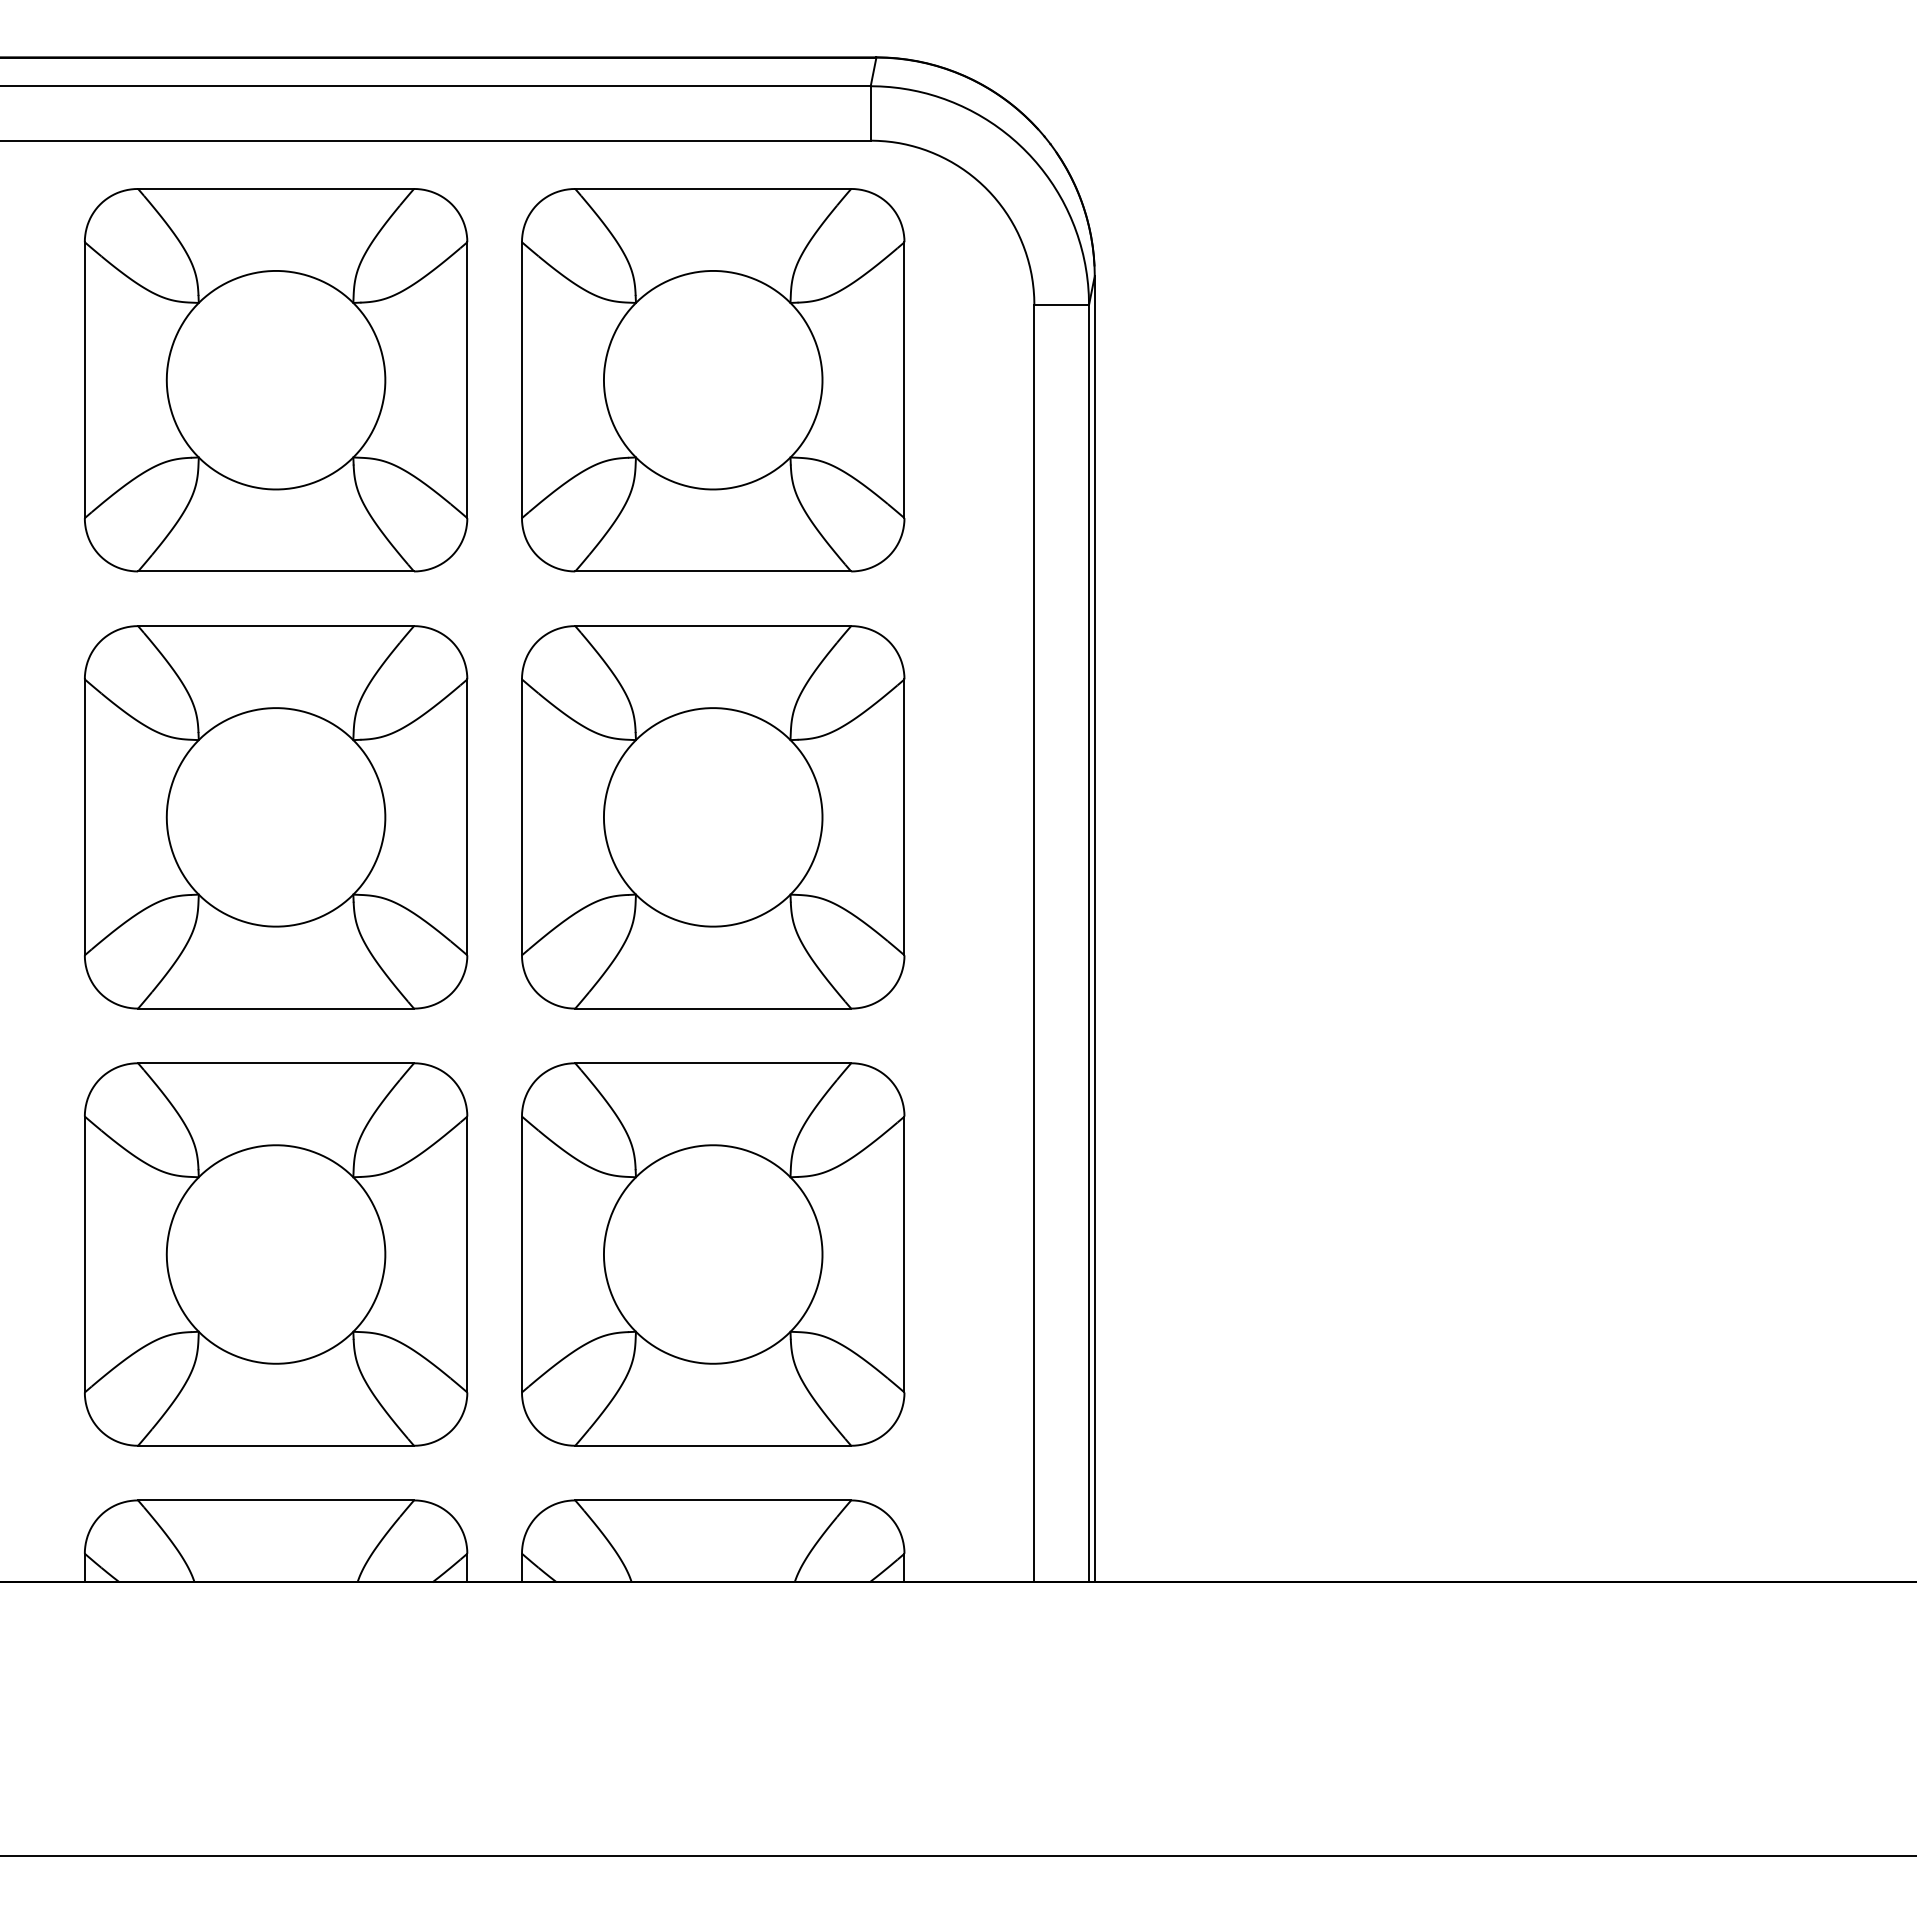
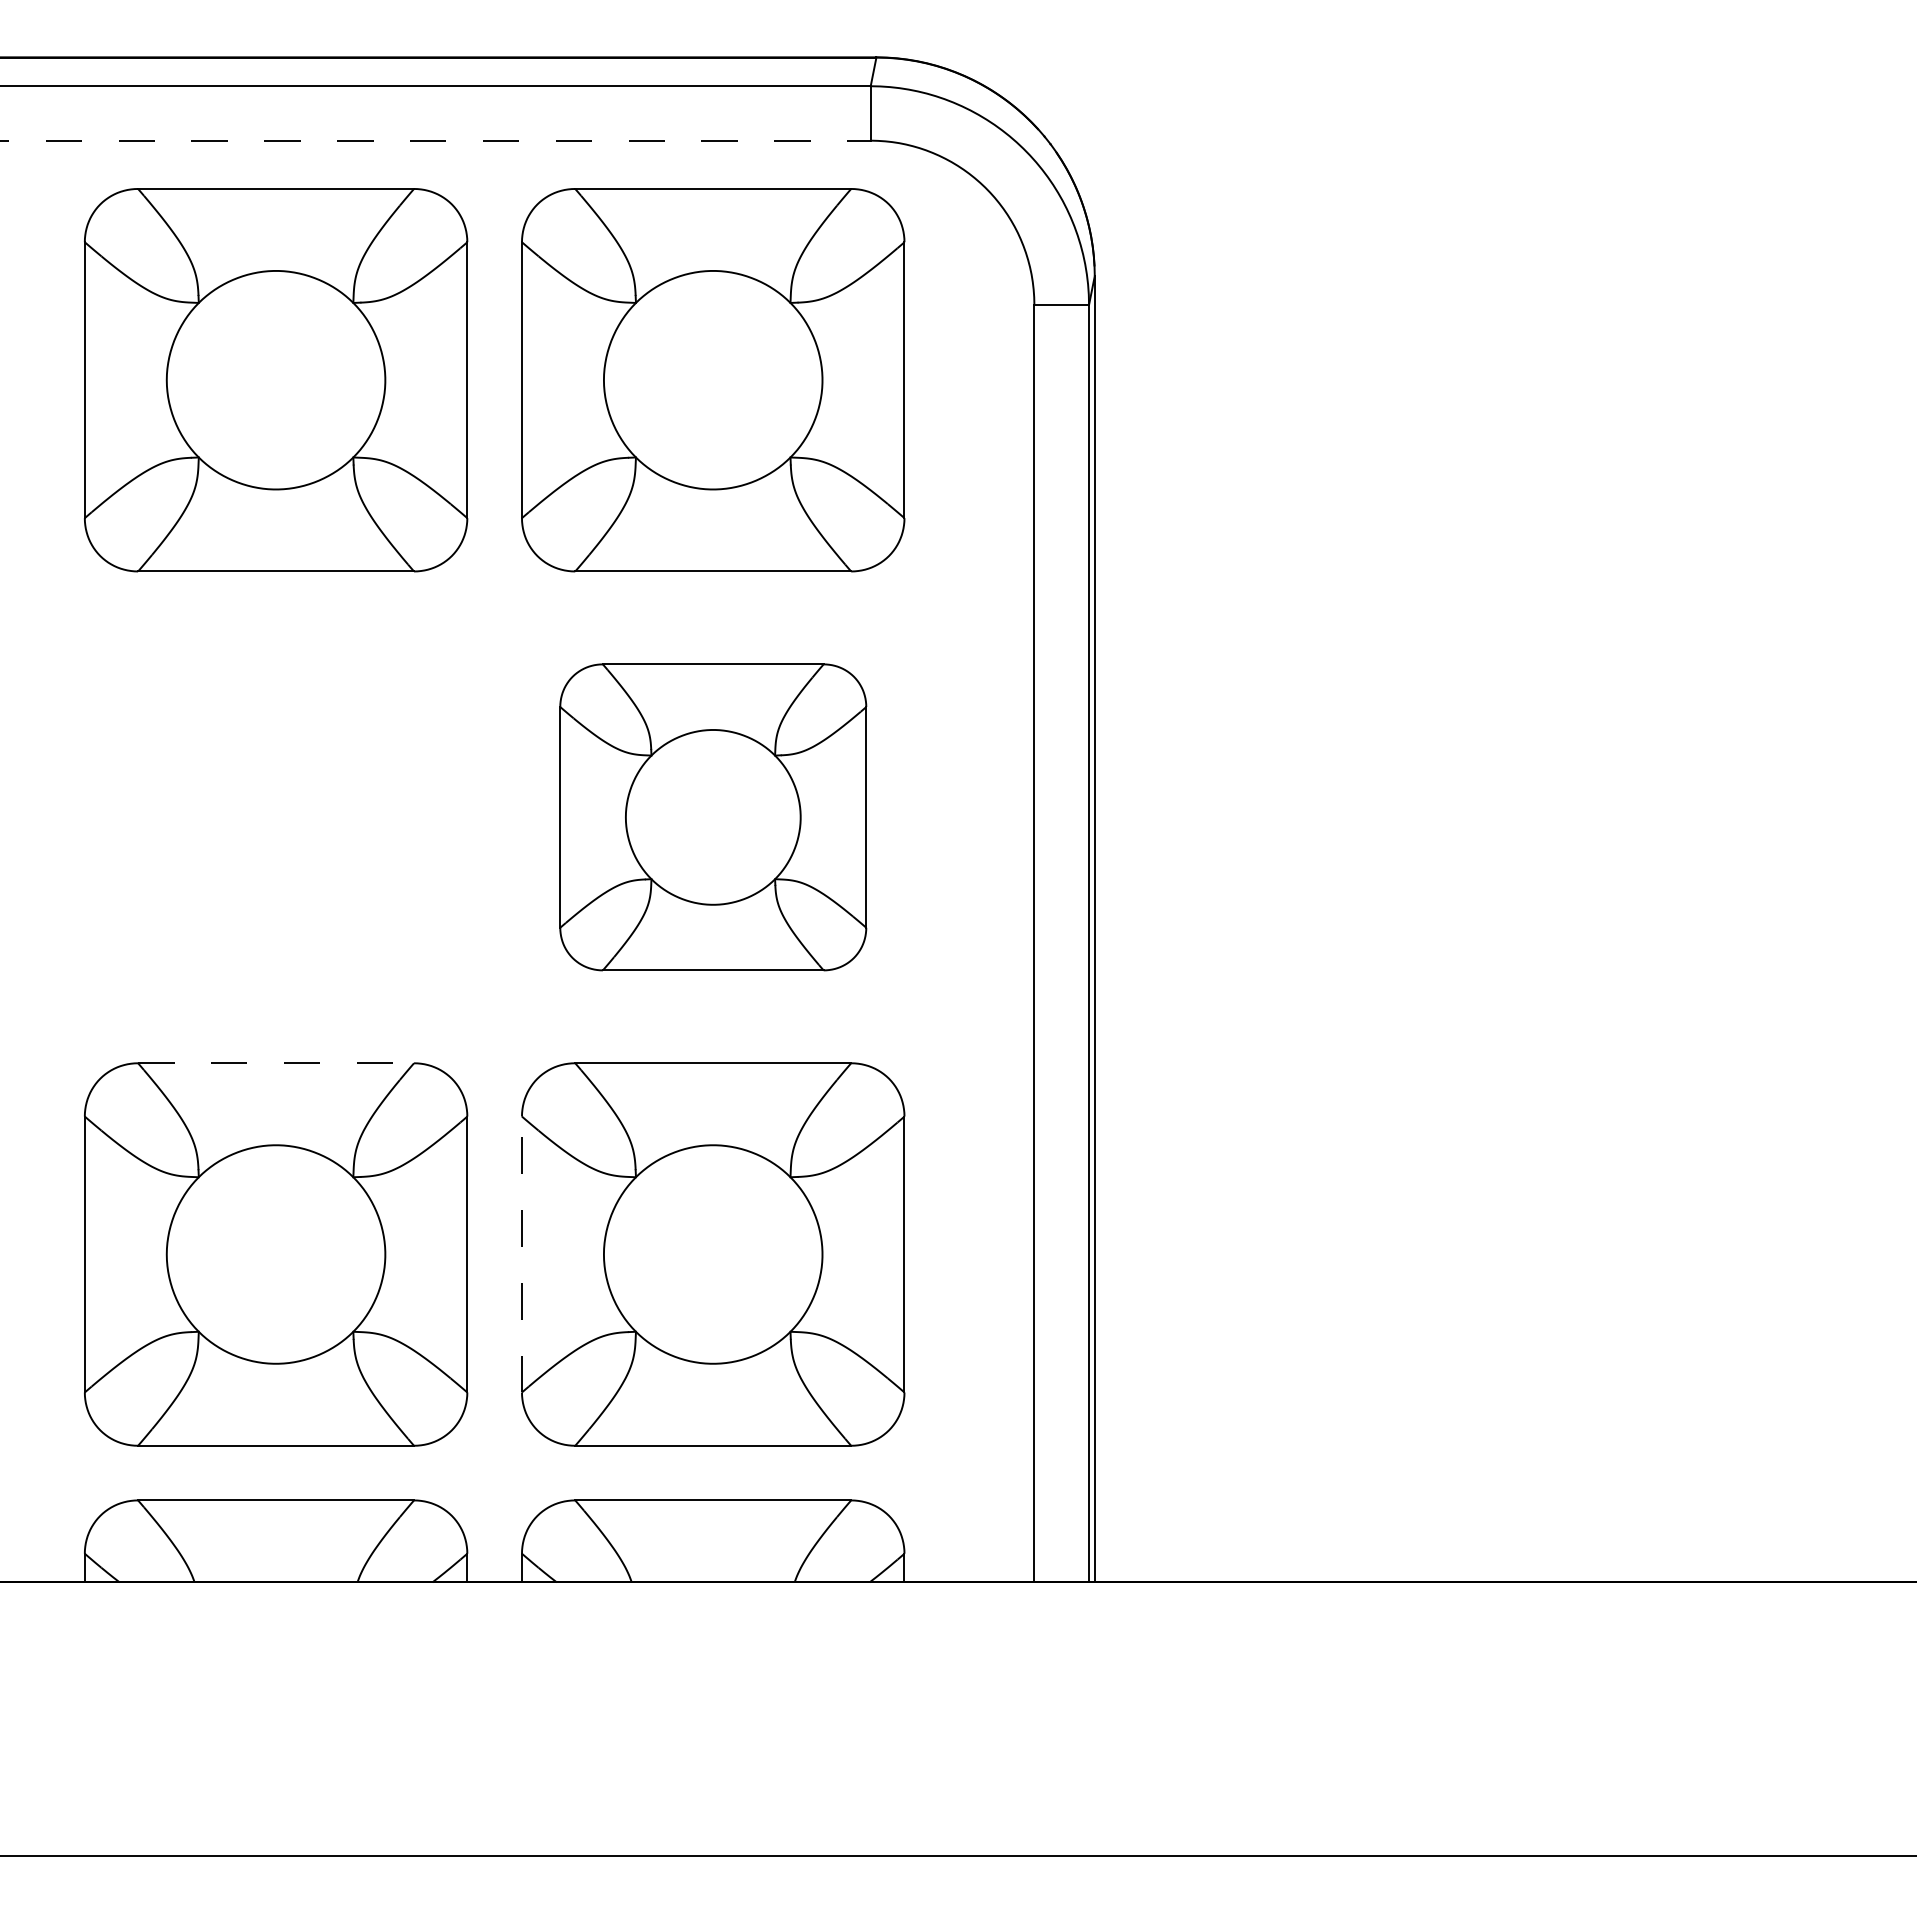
line at (435, 140): solid -> dashed
part at (276, 817): present -> none
part at (713, 817) size: 385x385 px -> 309x309 px
line at (276, 1063): solid -> dashed
line at (521, 1254): solid -> dashed
